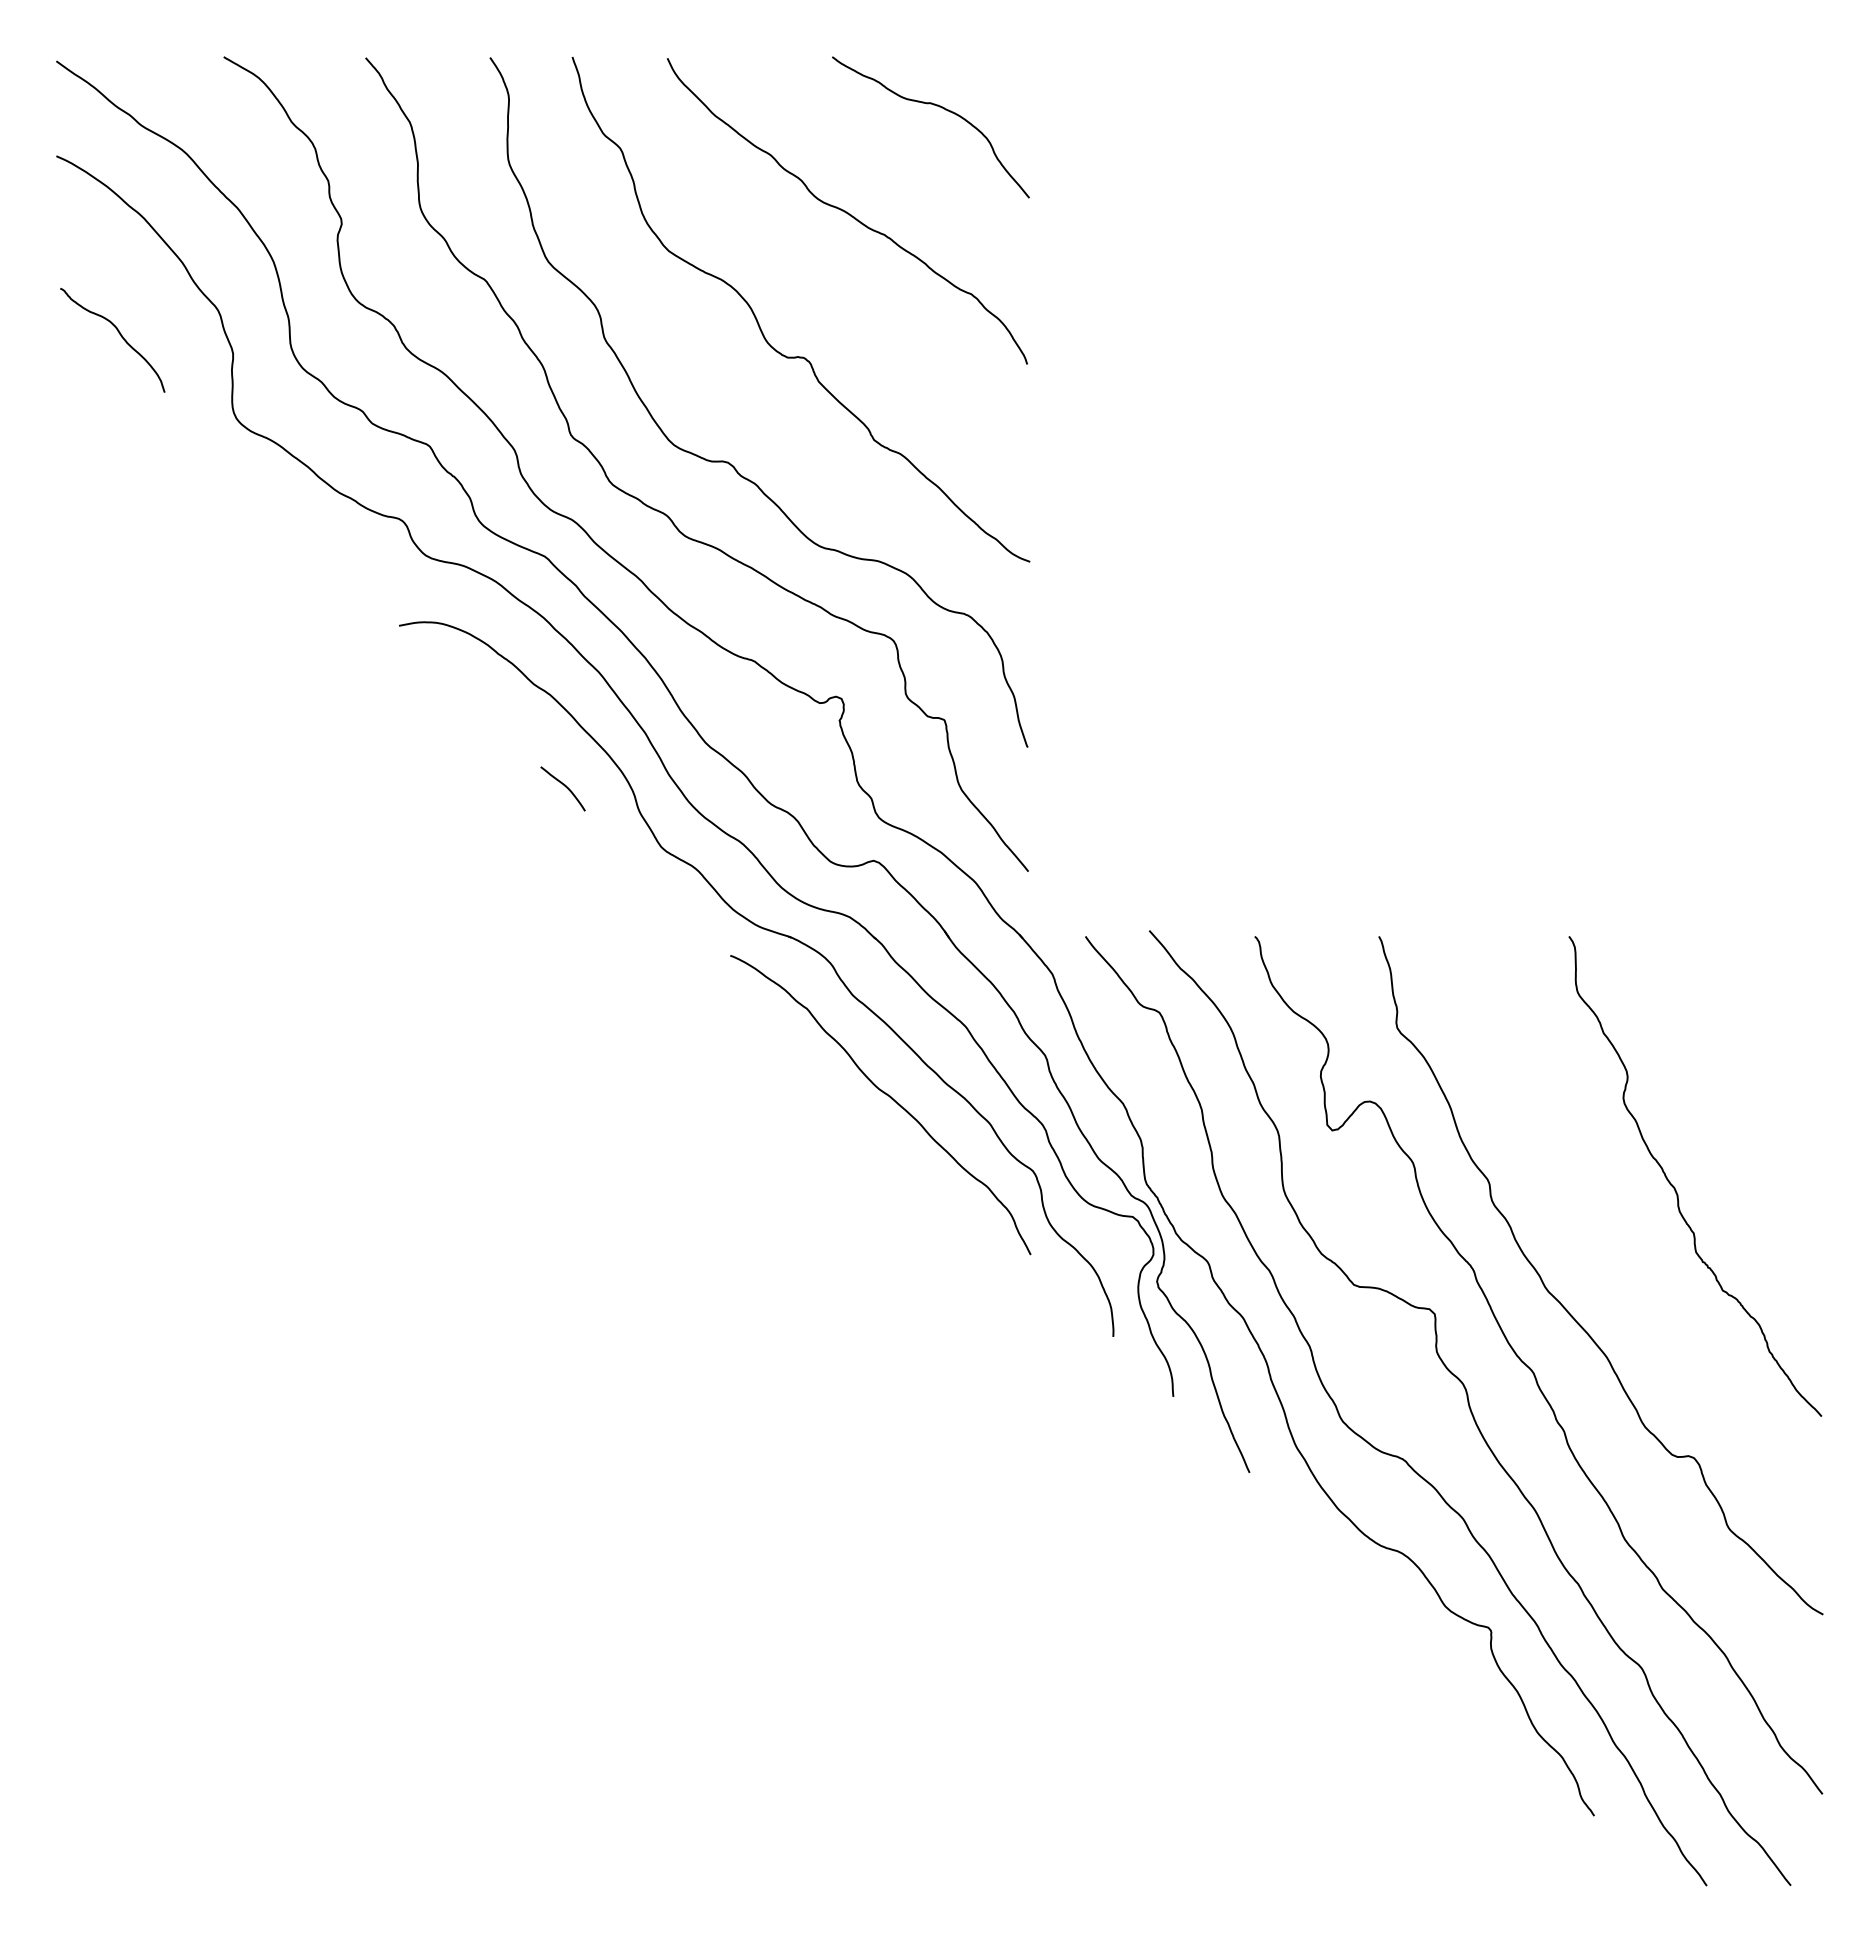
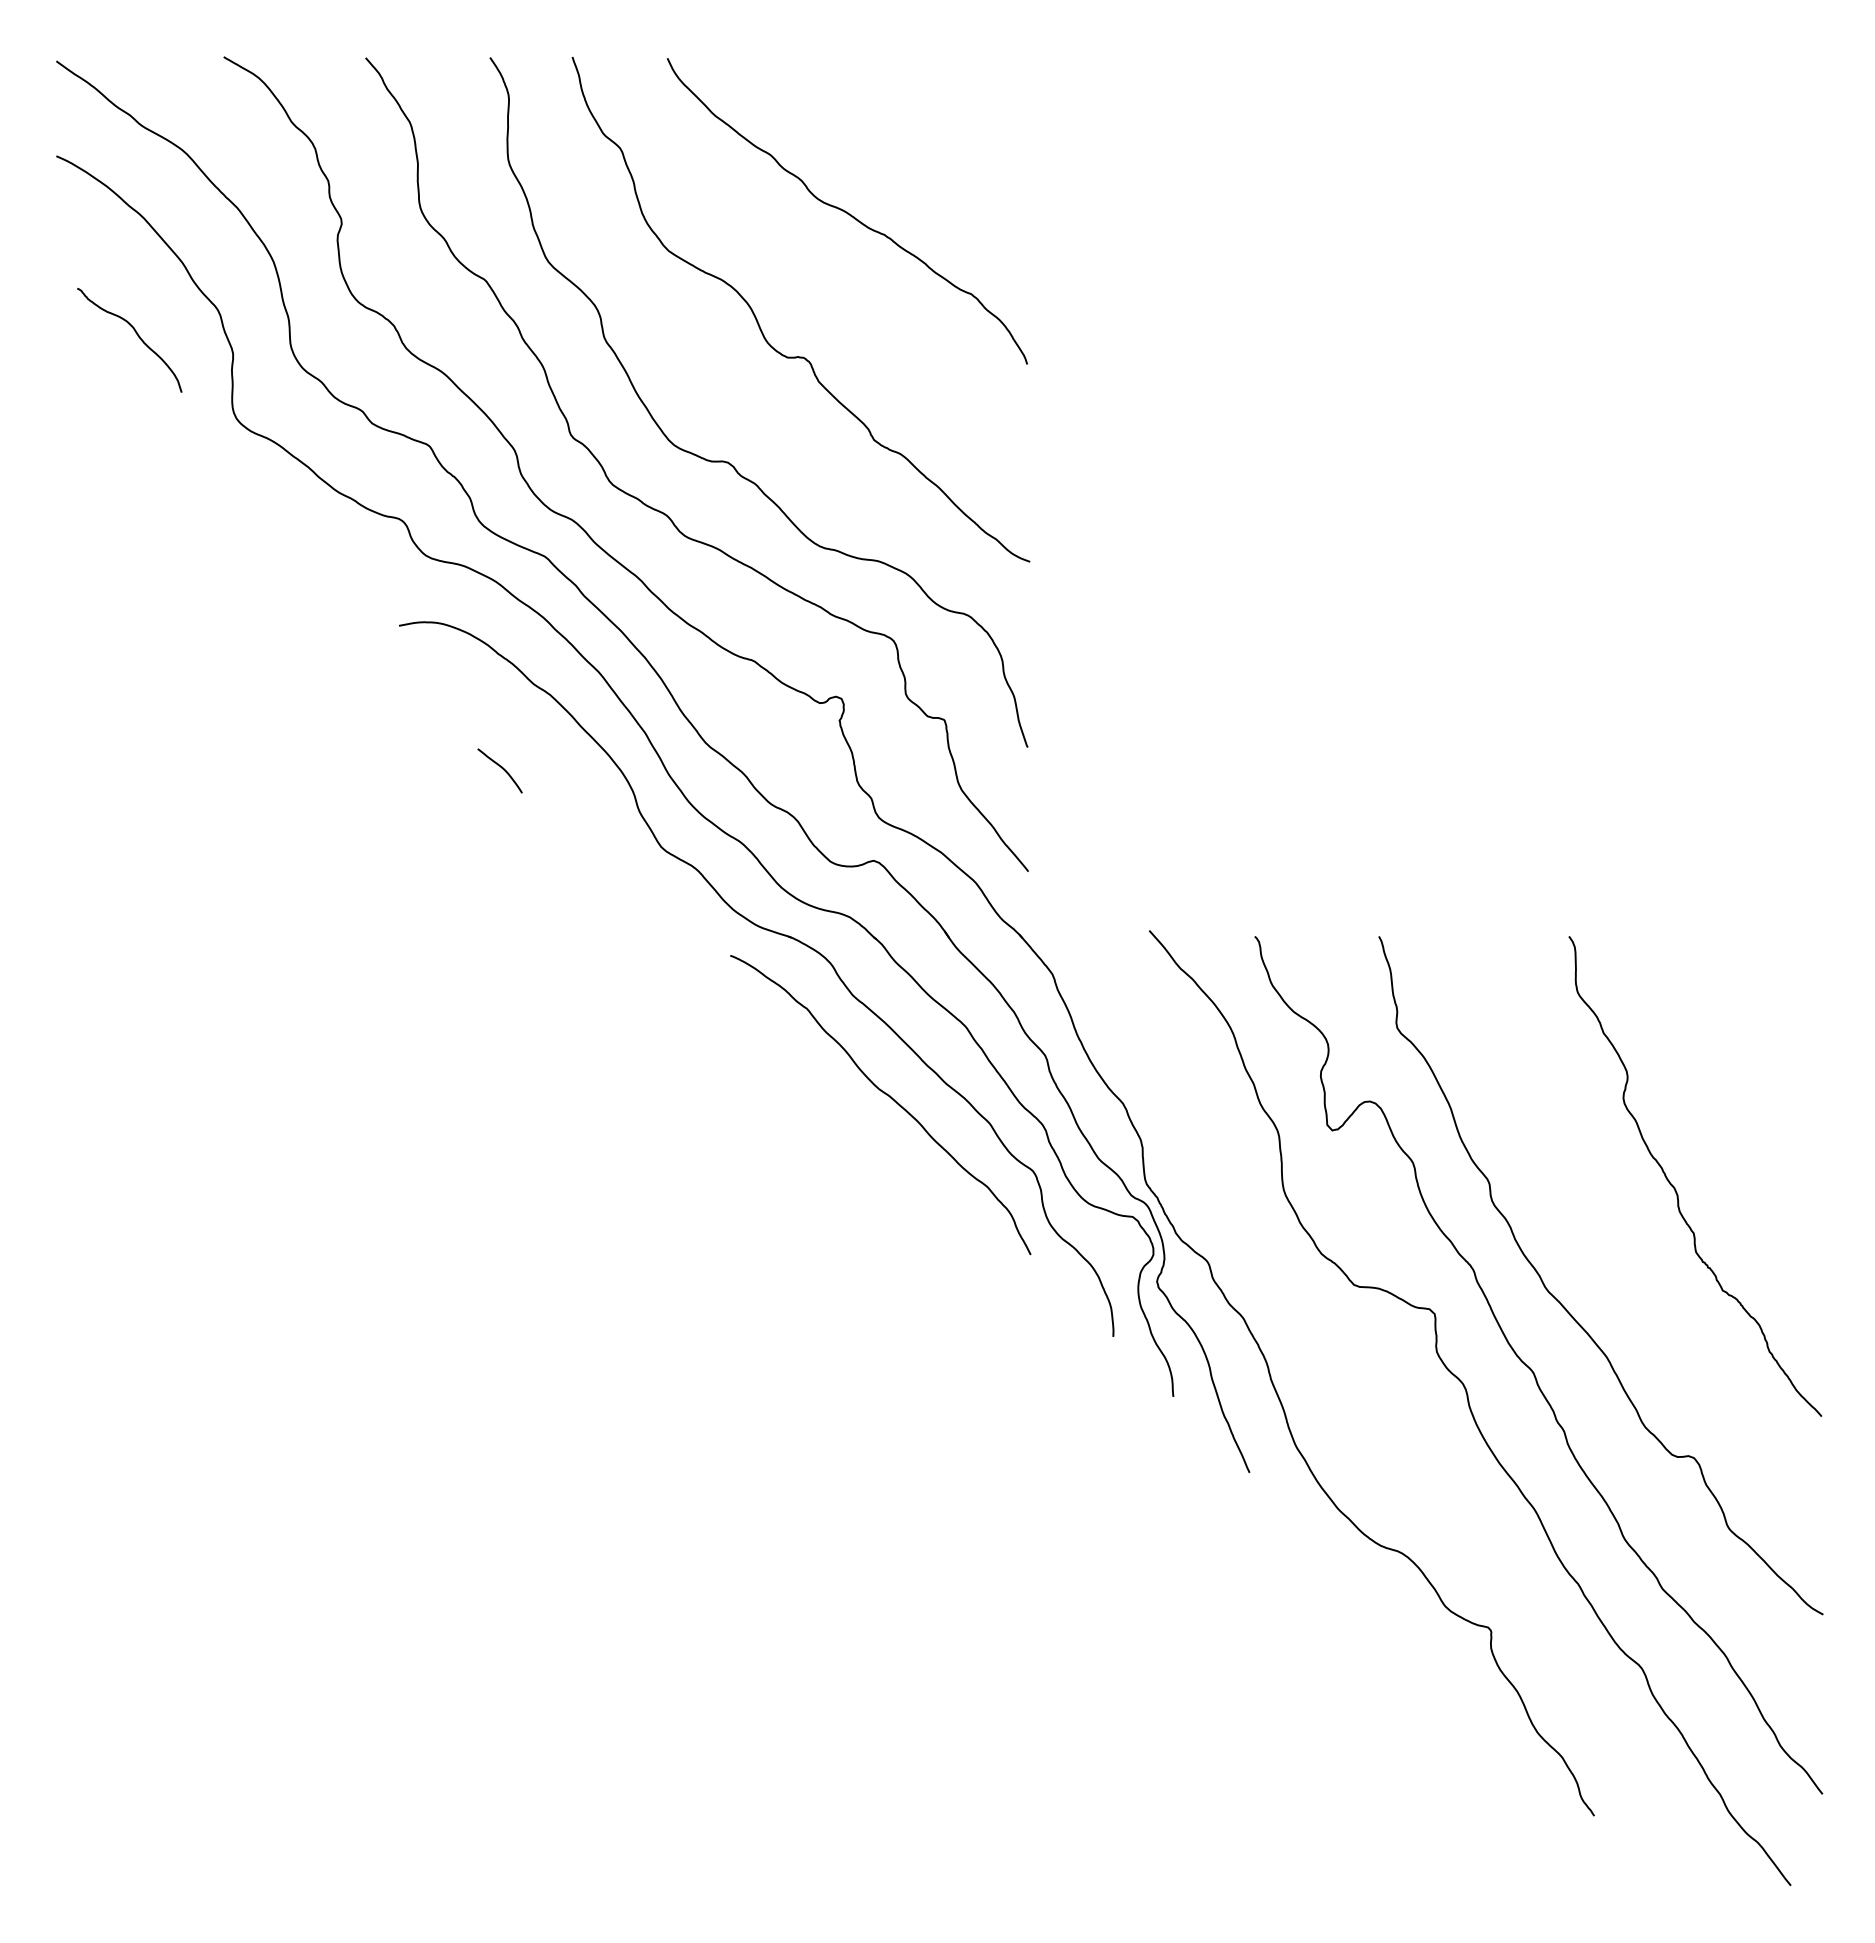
curve at (936, 106): present -> none
curve at (120, 336) position: (120, 336) -> (137, 336)
curve at (564, 786) position: (564, 786) -> (501, 768)
curve at (1368, 1441): present -> none
